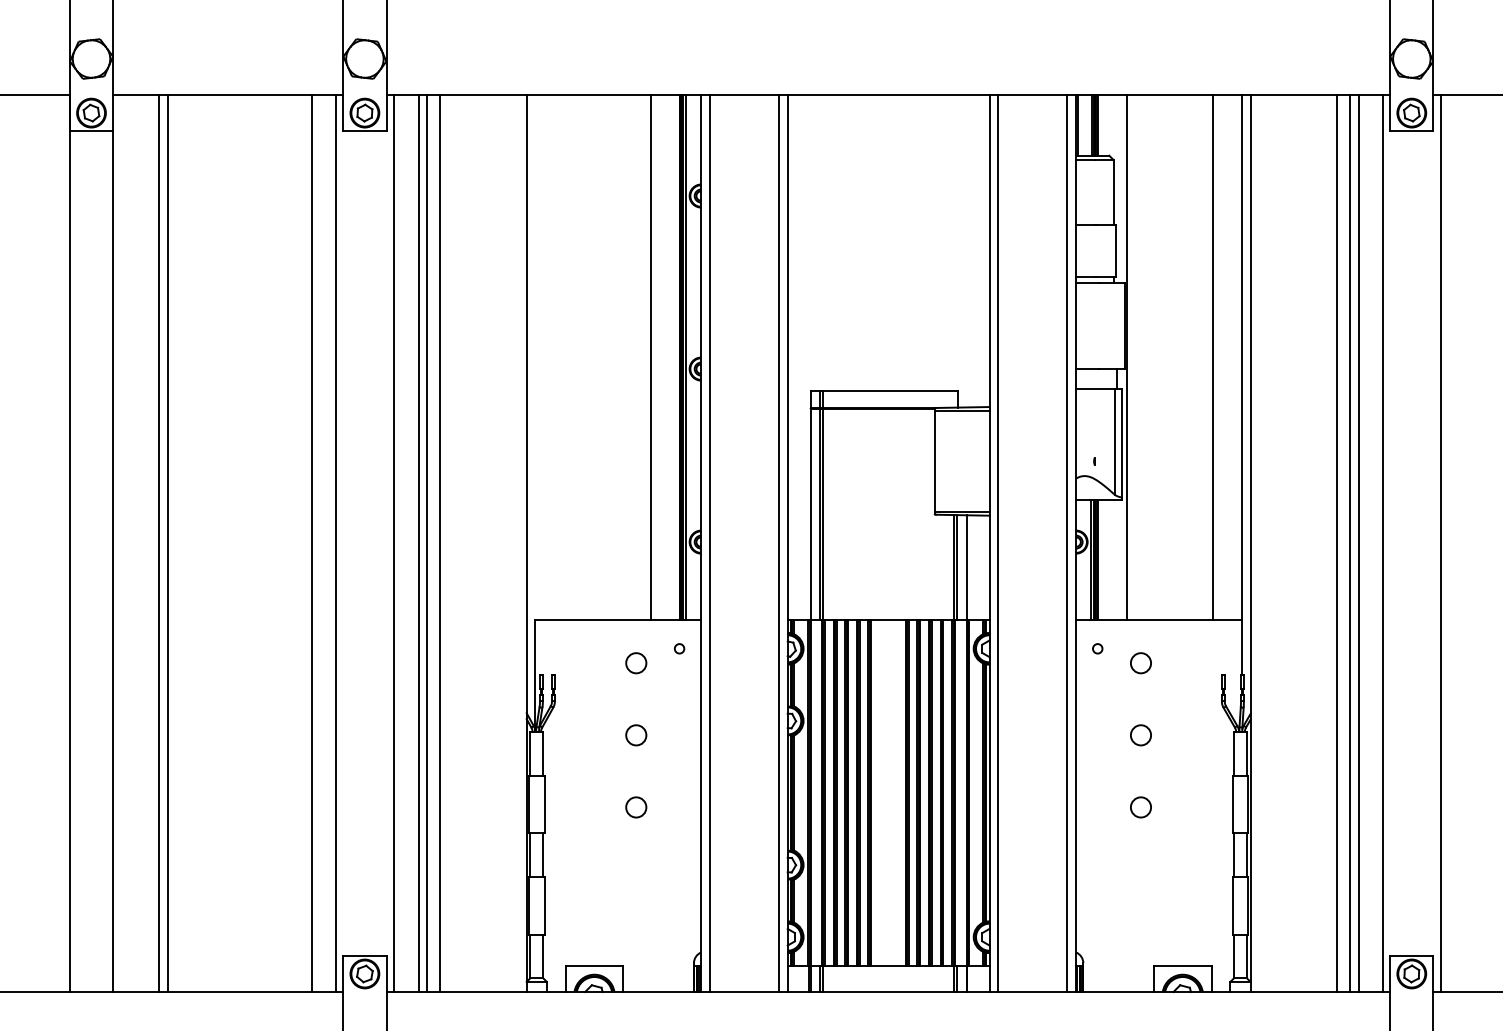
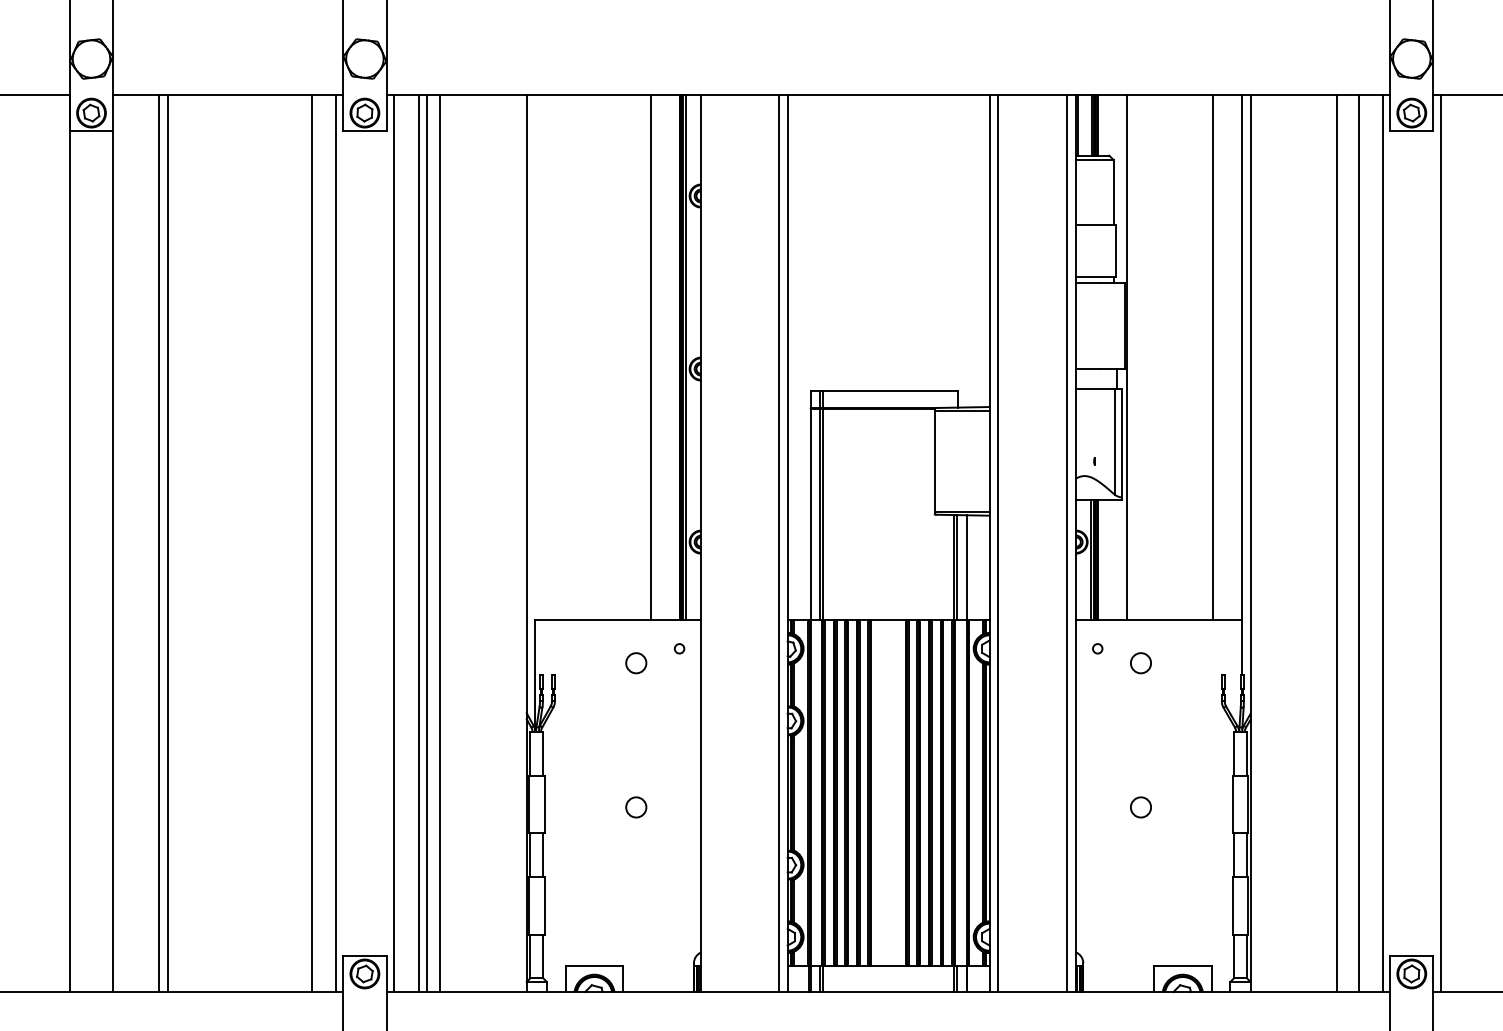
line at (709, 543): present -> none
line at (1350, 543): present -> none
circle at (636, 735): present -> none
circle at (1140, 735): present -> none
